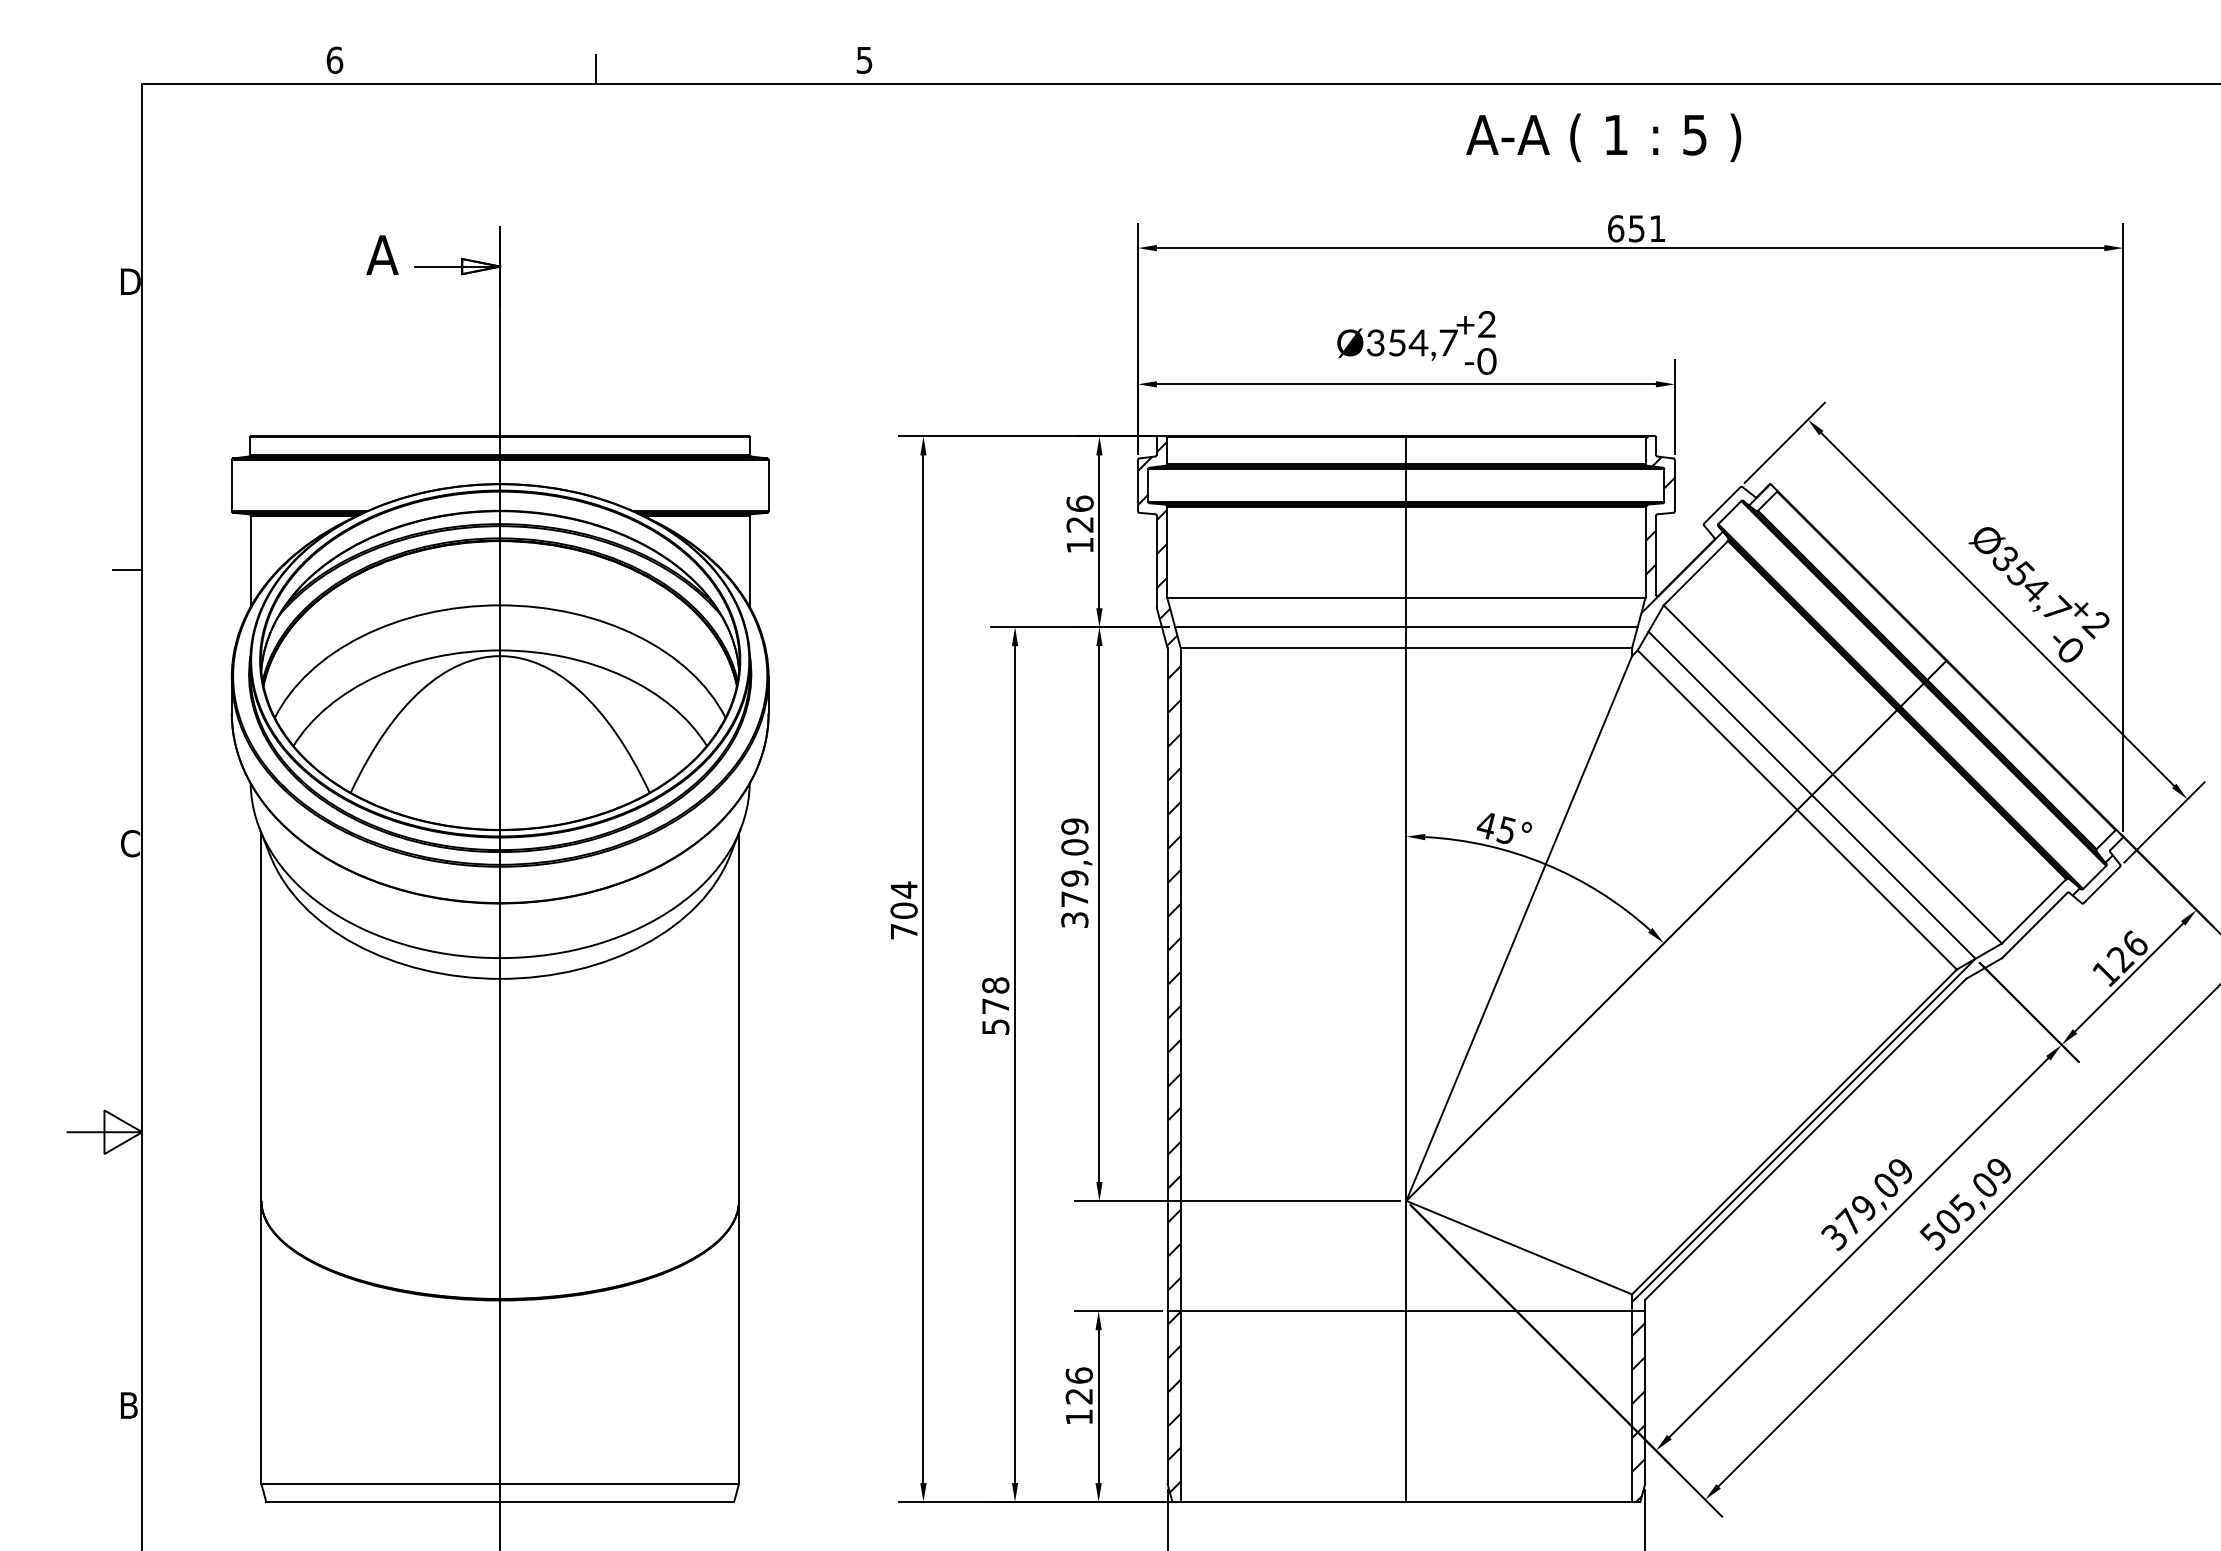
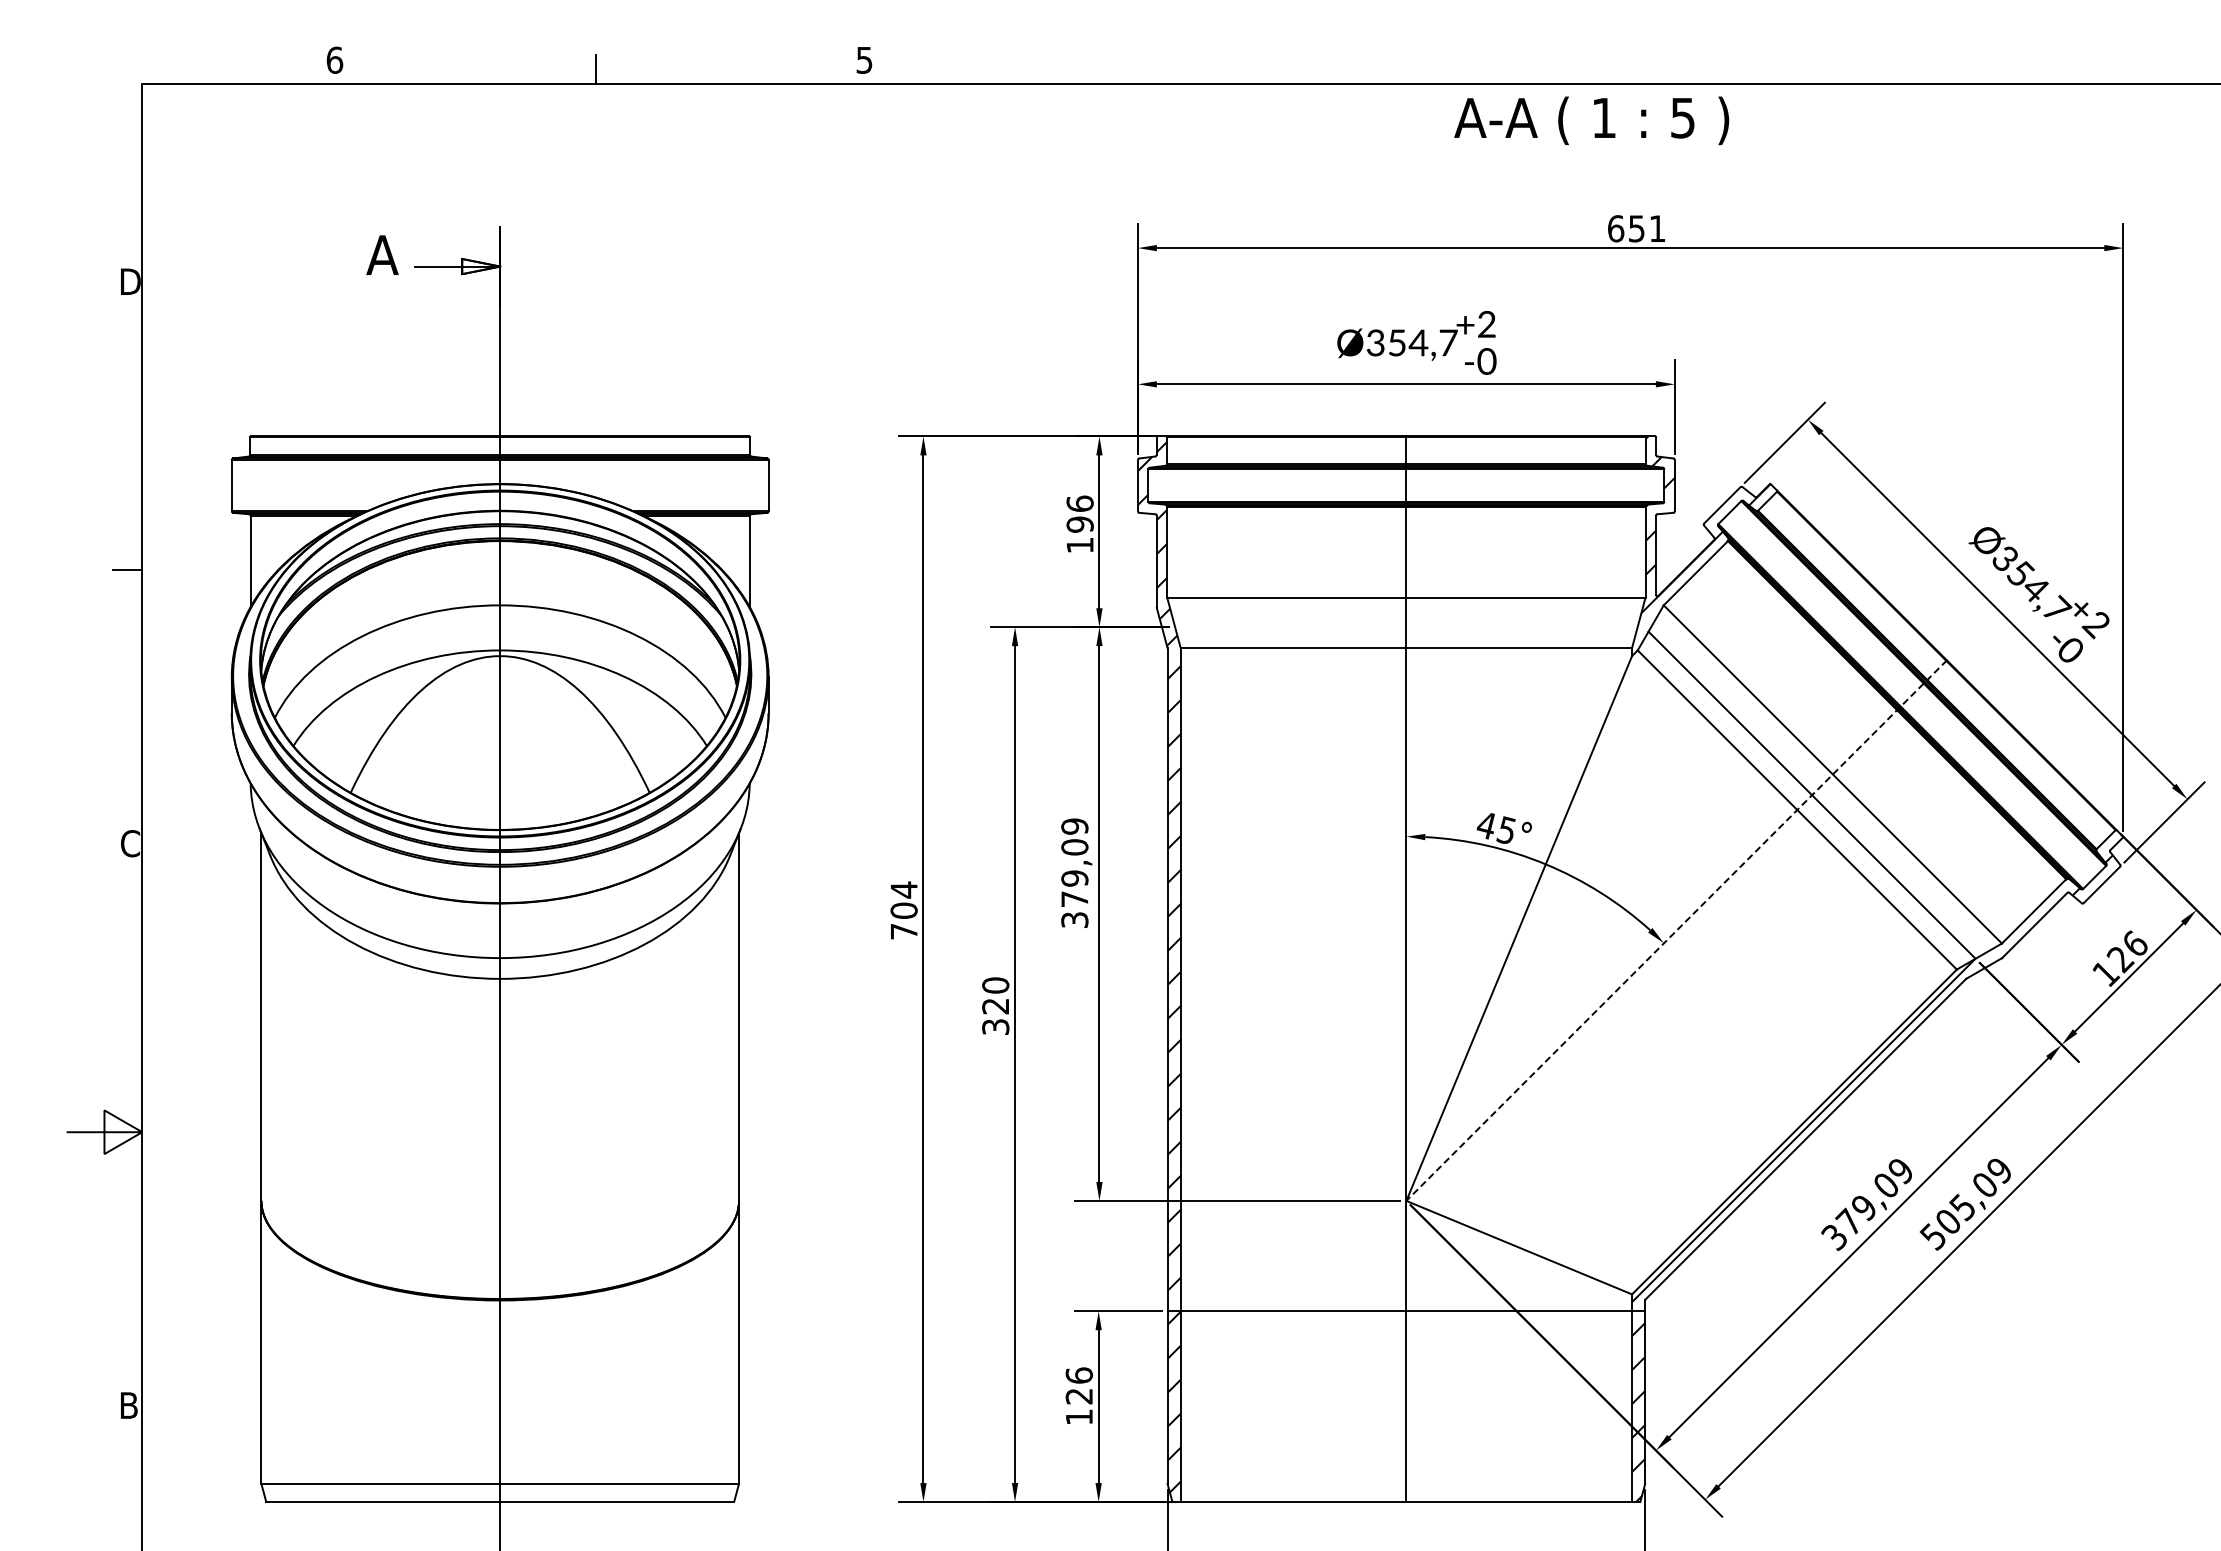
text at (1603, 137) position: (1603, 137) -> (1591, 120)
text at (1079, 524): 126 -> 196
line at (1406, 627): present -> none
line at (1676, 931): solid -> dashed
text at (995, 1005): 578 -> 320
